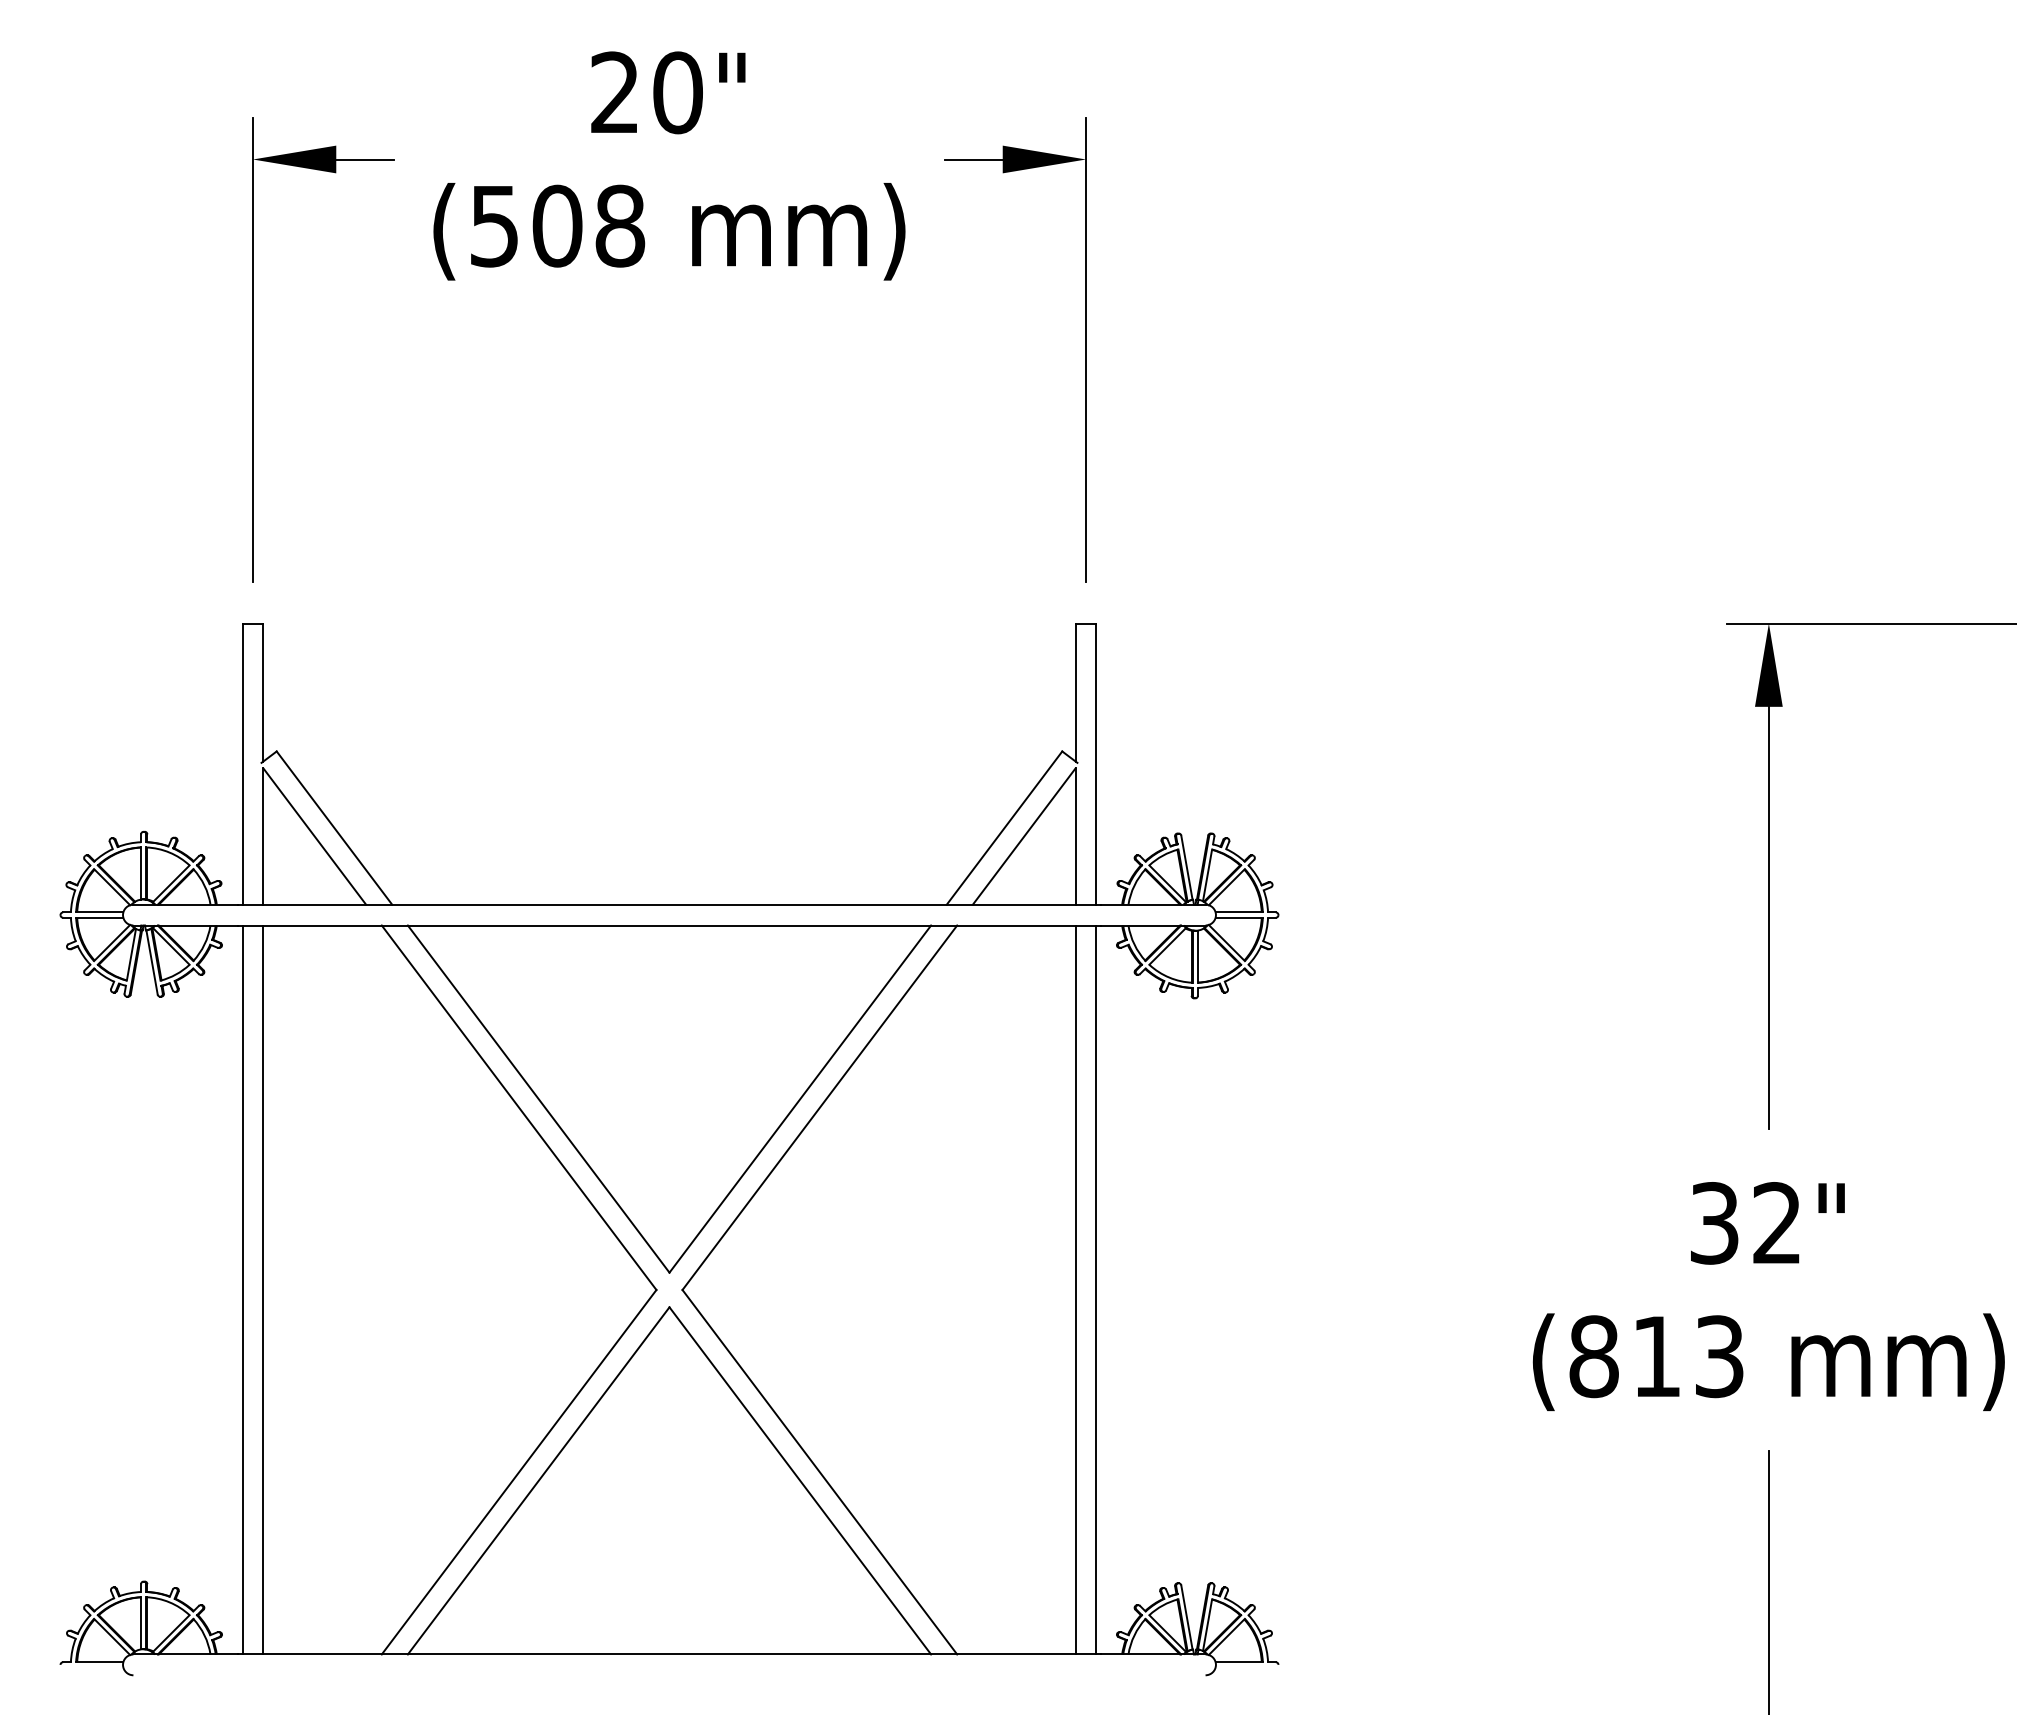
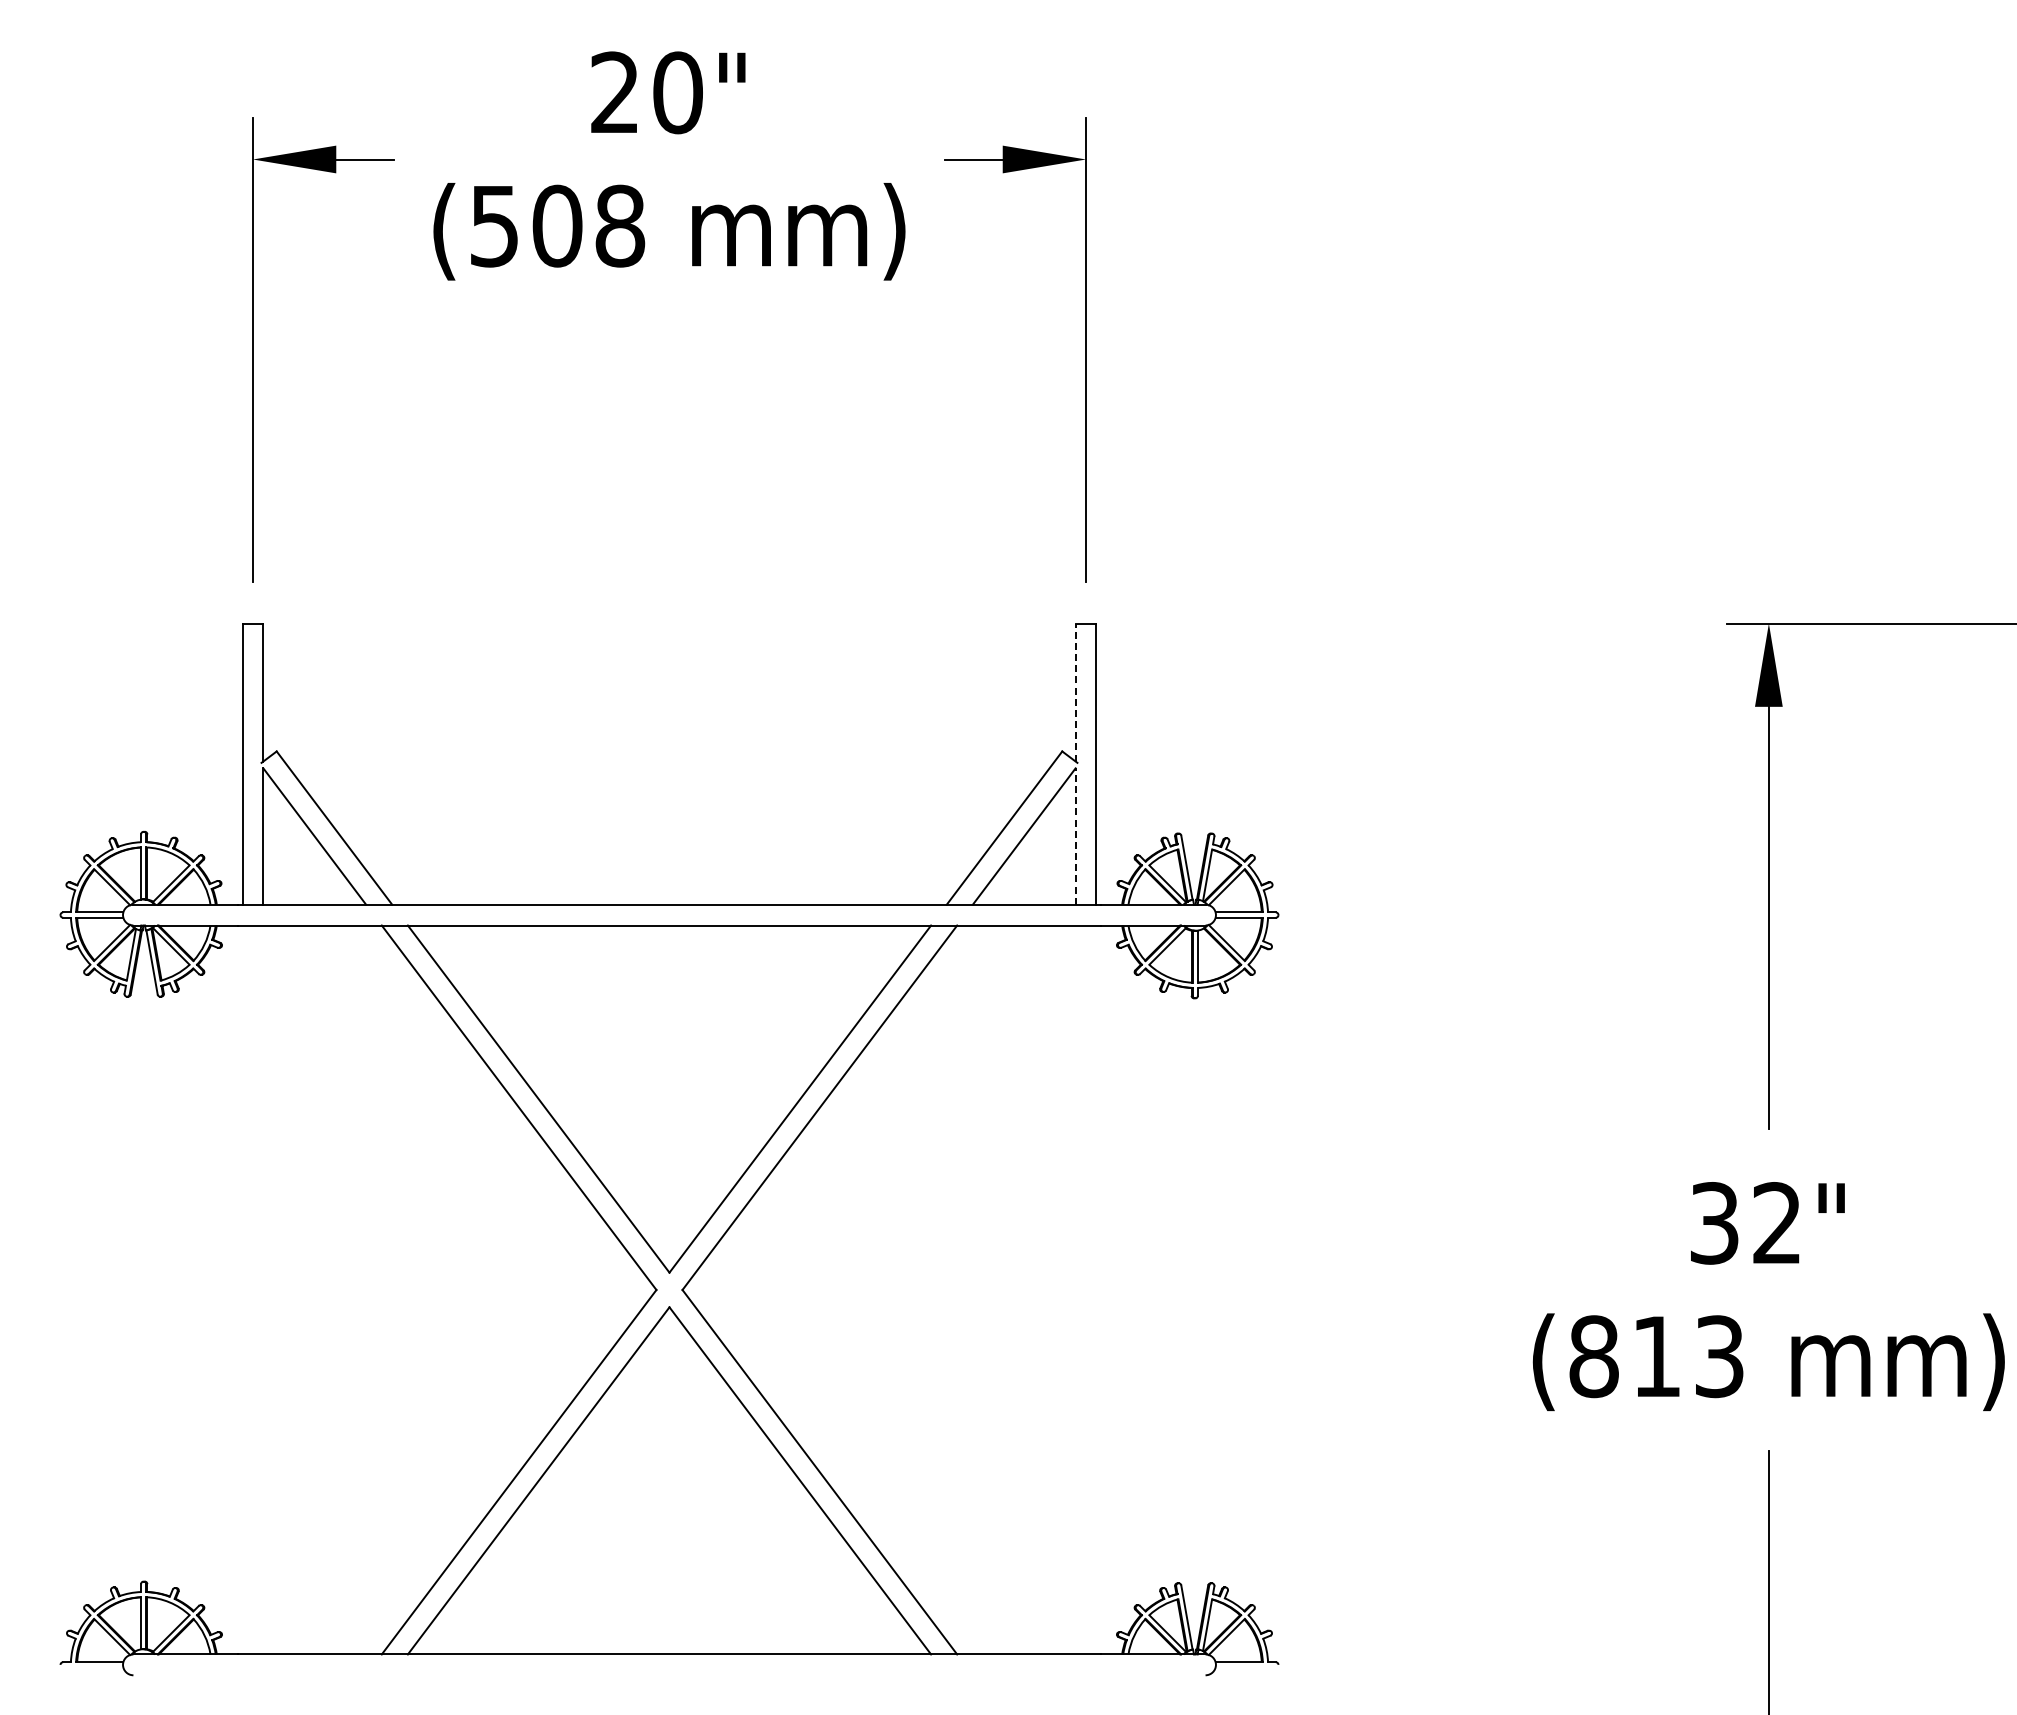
line at (1075, 692): solid -> dashed
line at (1075, 836): solid -> dashed
line at (242, 1289): present -> none
line at (263, 1289): present -> none
line at (1075, 1289): present -> none
line at (1096, 1289): present -> none
